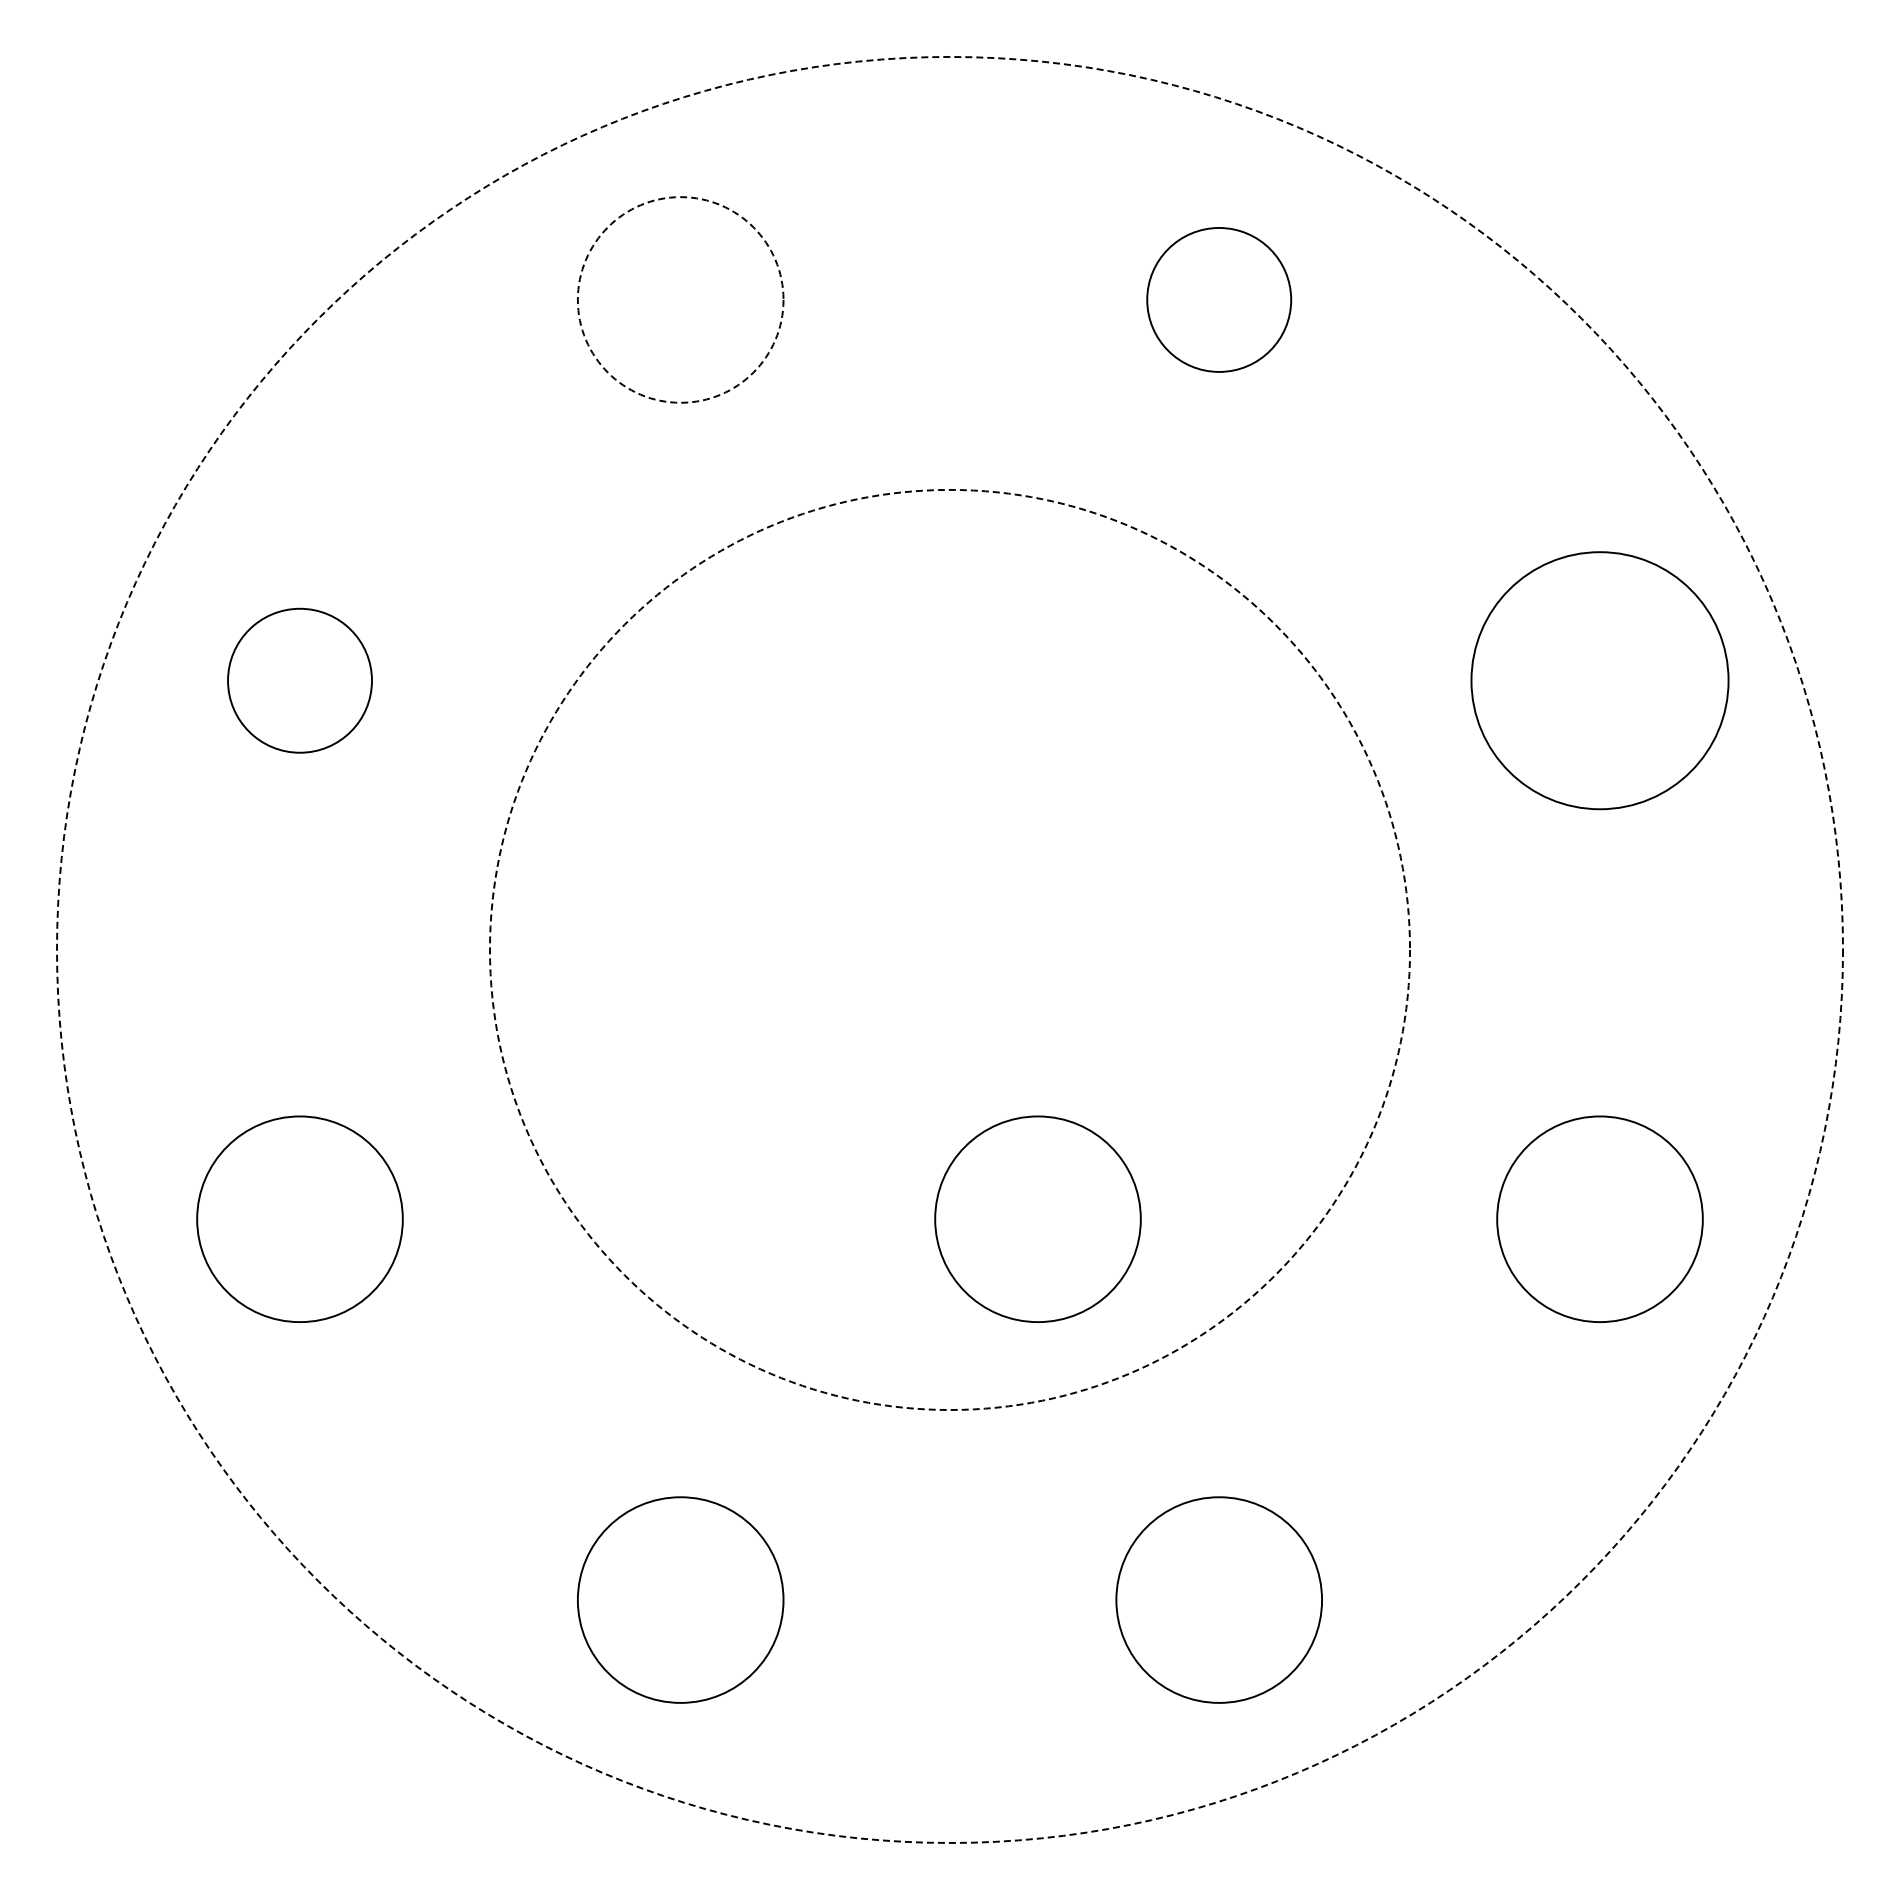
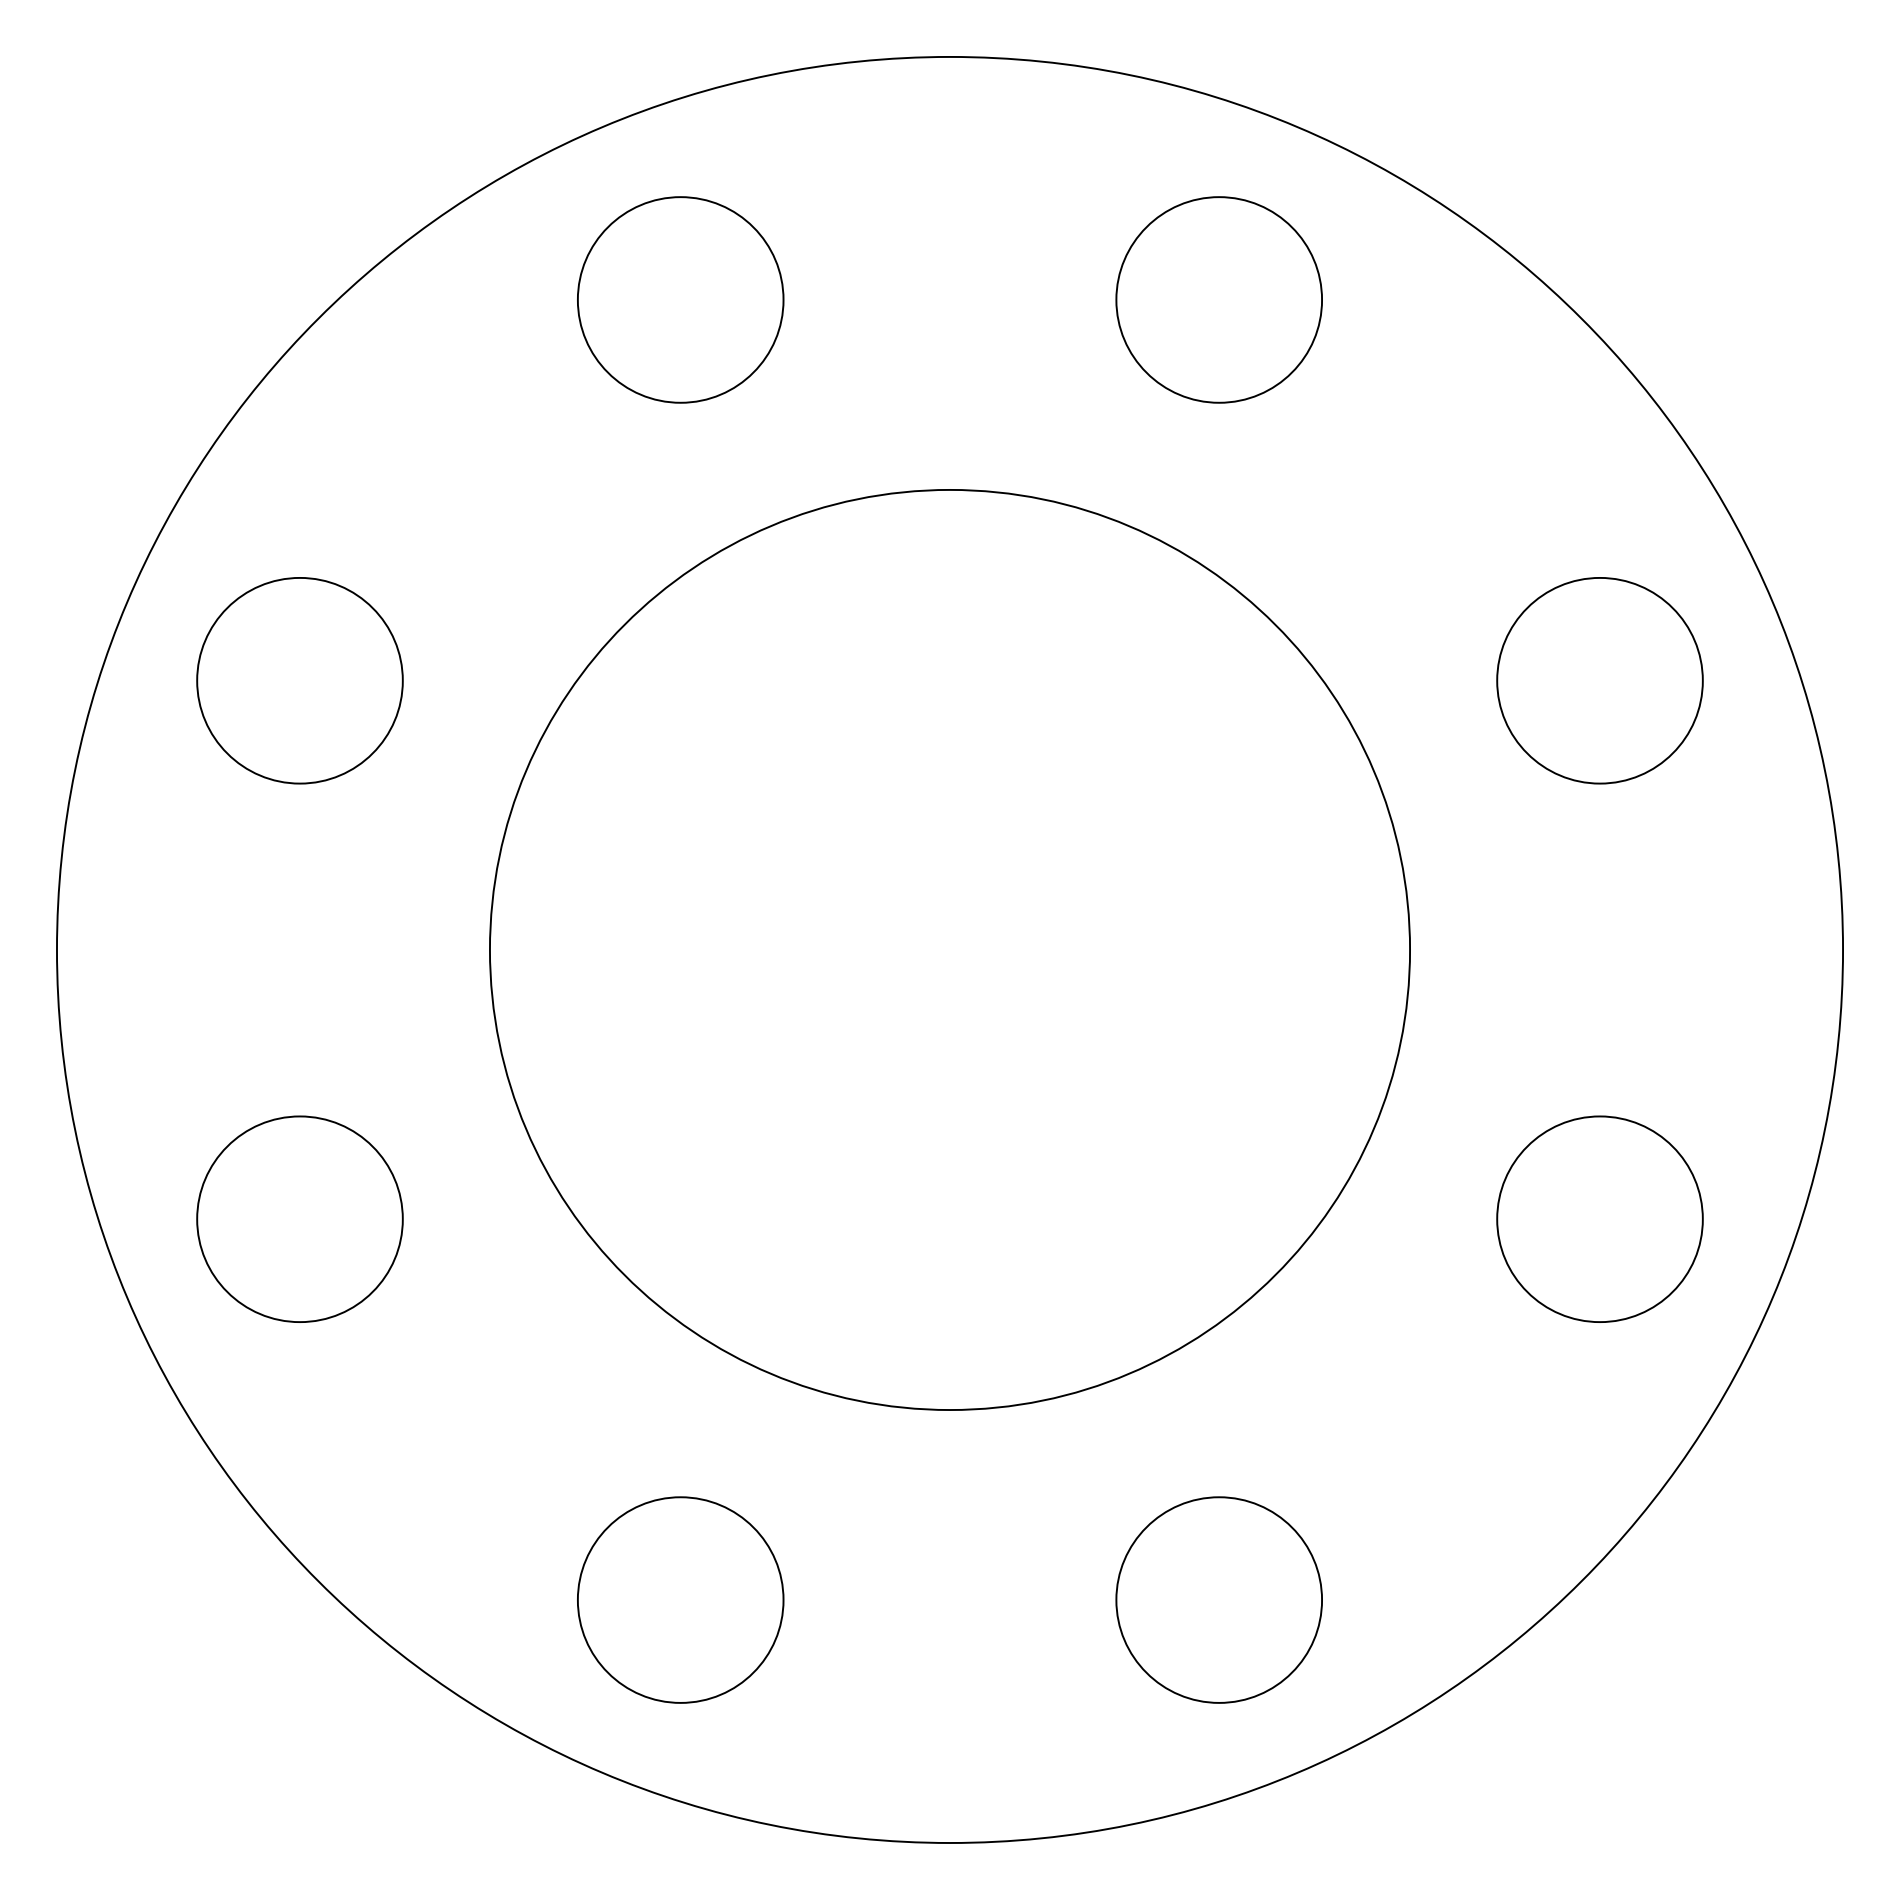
circle at (680, 299): dashed -> solid
circle at (1219, 299) diameter: 144 px -> 206 px
circle at (299, 680) diameter: 144 px -> 206 px
circle at (1599, 680) size: 260x260 px -> 208x208 px
circle at (949, 949): dashed -> solid
circle at (949, 949): dashed -> solid
circle at (1037, 1218): present -> none
